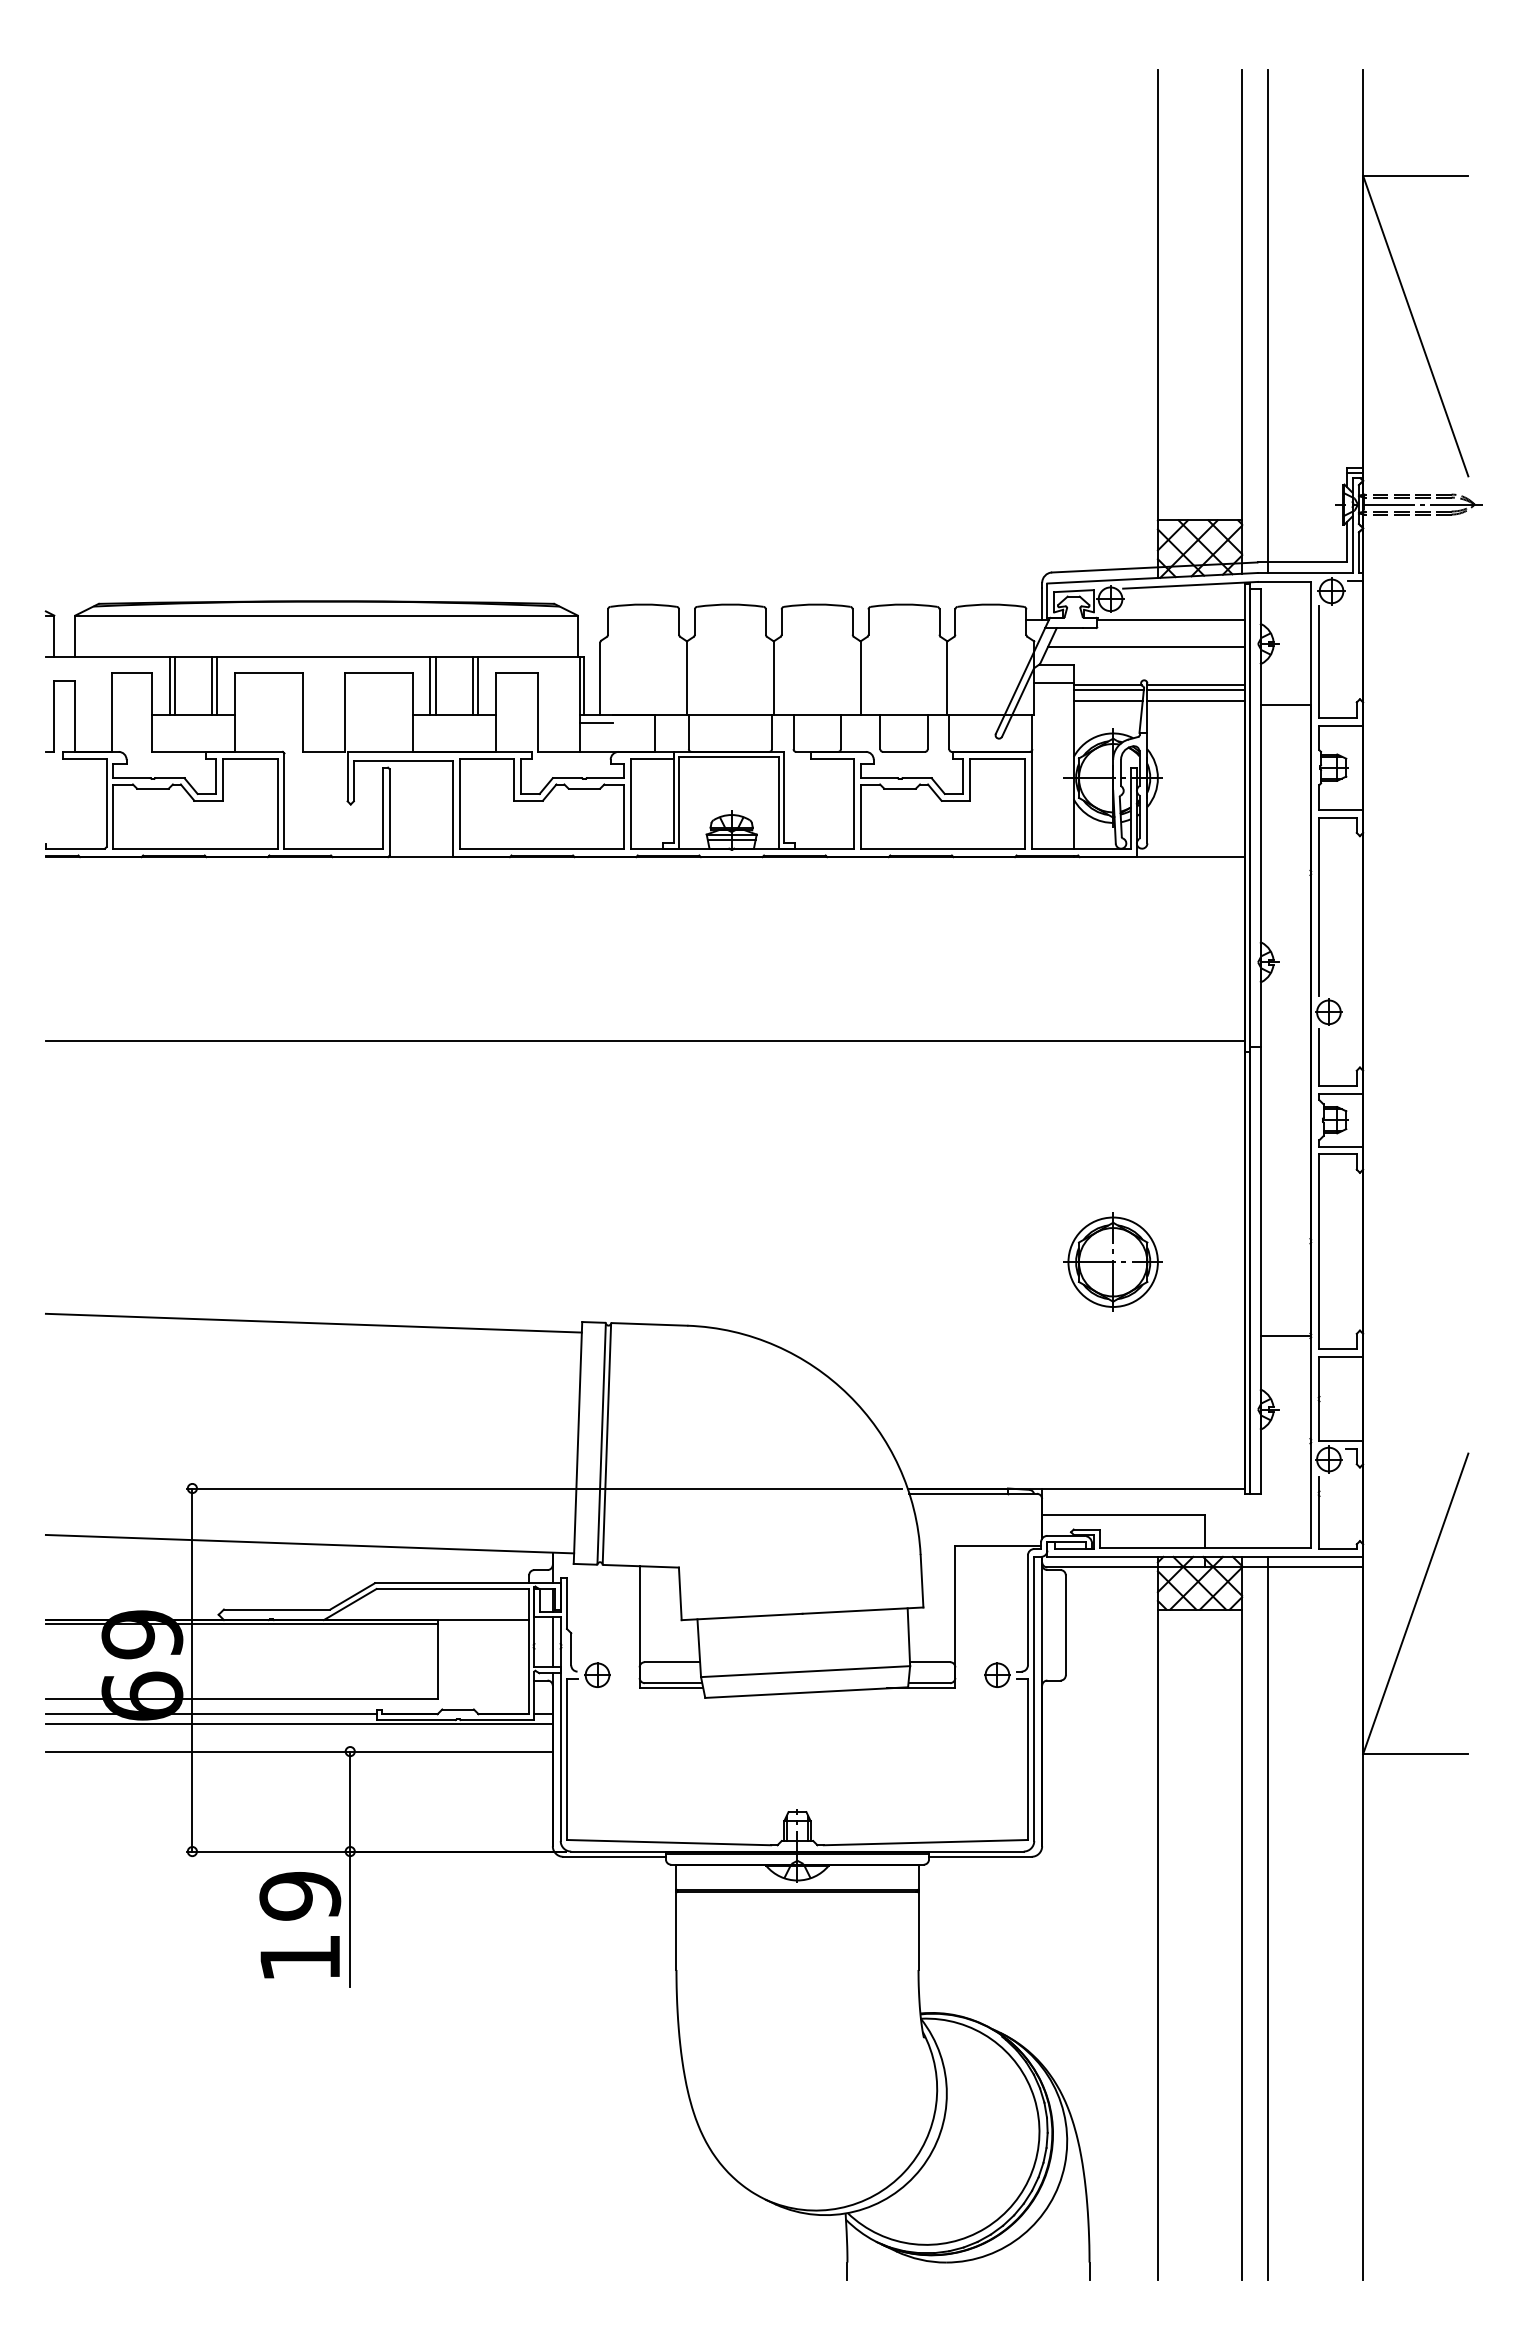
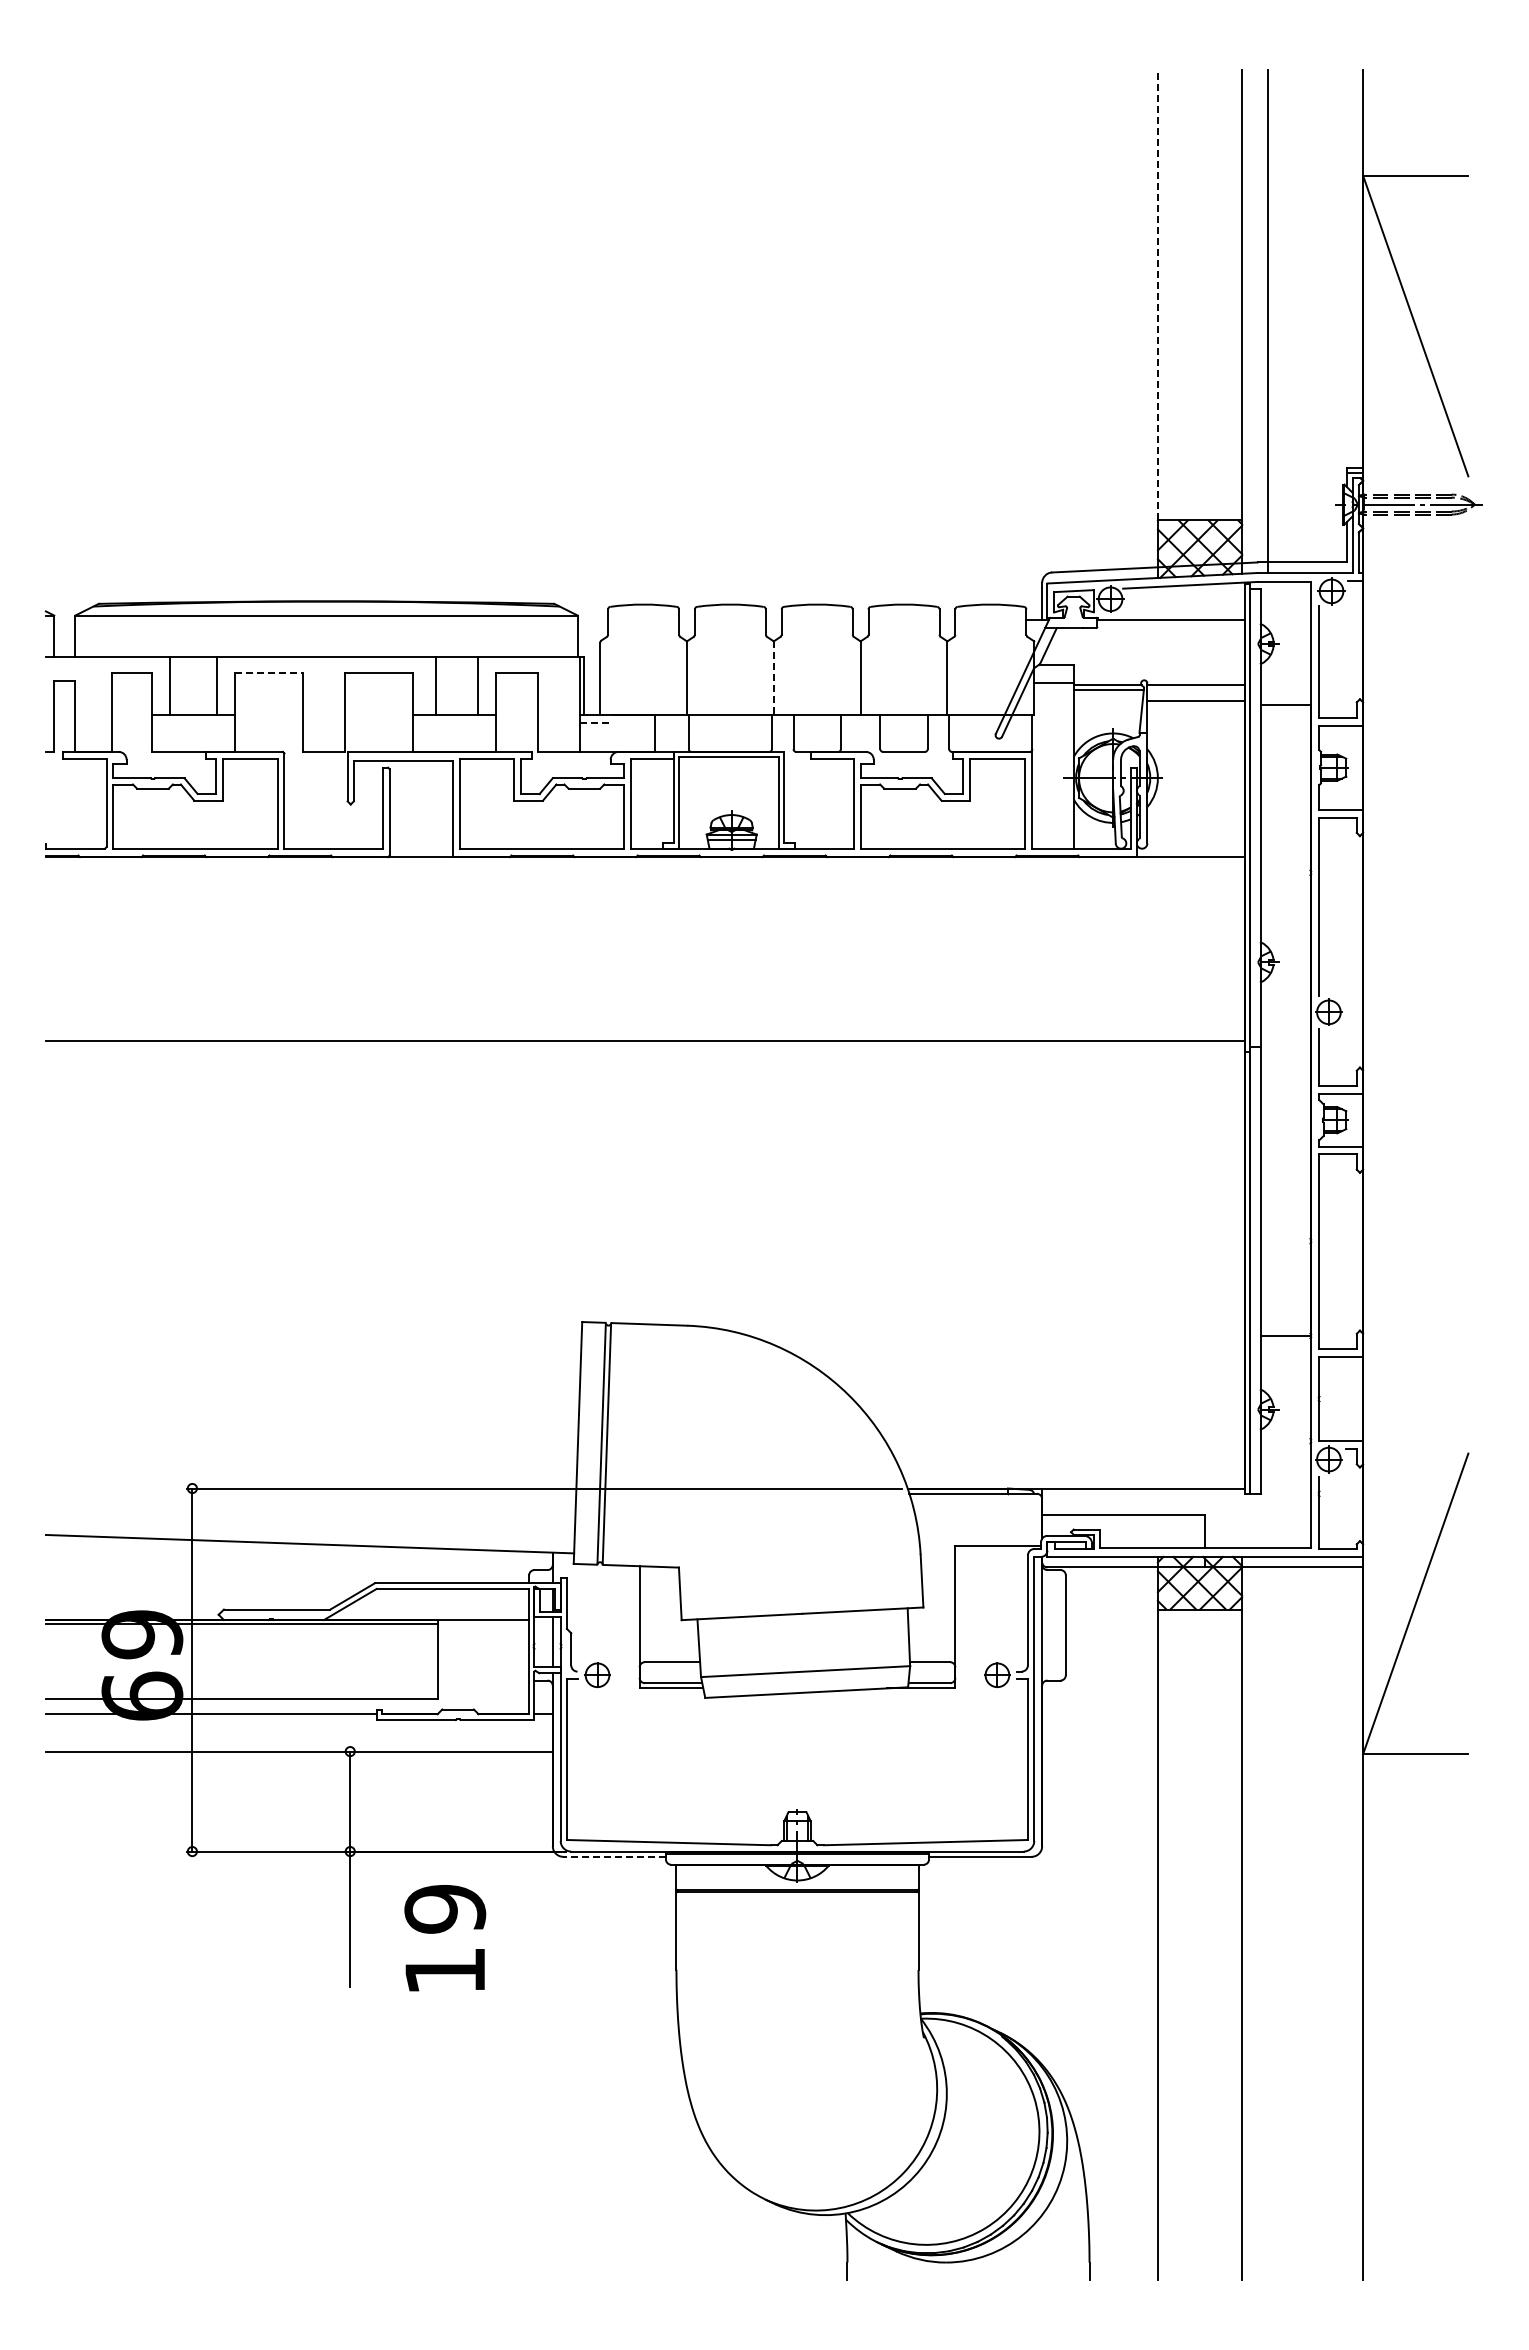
line at (1157, 295): solid -> dashed
line at (1146, 646): present -> none
line at (269, 672): solid -> dashed
line at (773, 678): solid -> dashed
line at (175, 686): present -> none
line at (212, 686): present -> none
line at (430, 686): present -> none
line at (472, 686): present -> none
line at (1195, 690): present -> none
line at (1107, 700): present -> none
line at (597, 722): solid -> dashed
part at (1112, 1261): present -> none
line at (313, 1322): present -> none
line at (298, 1724): present -> none
line at (614, 1856): solid -> dashed
line at (1268, 1917): present -> none
text at (300, 1925) position: (300, 1925) -> (445, 1938)
